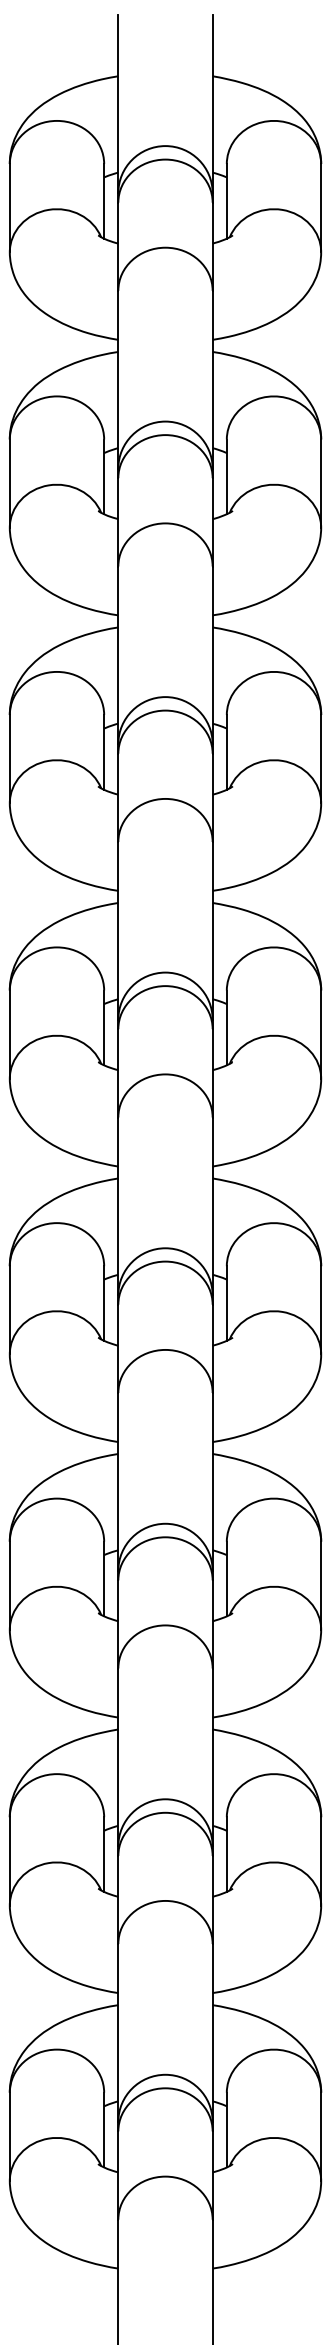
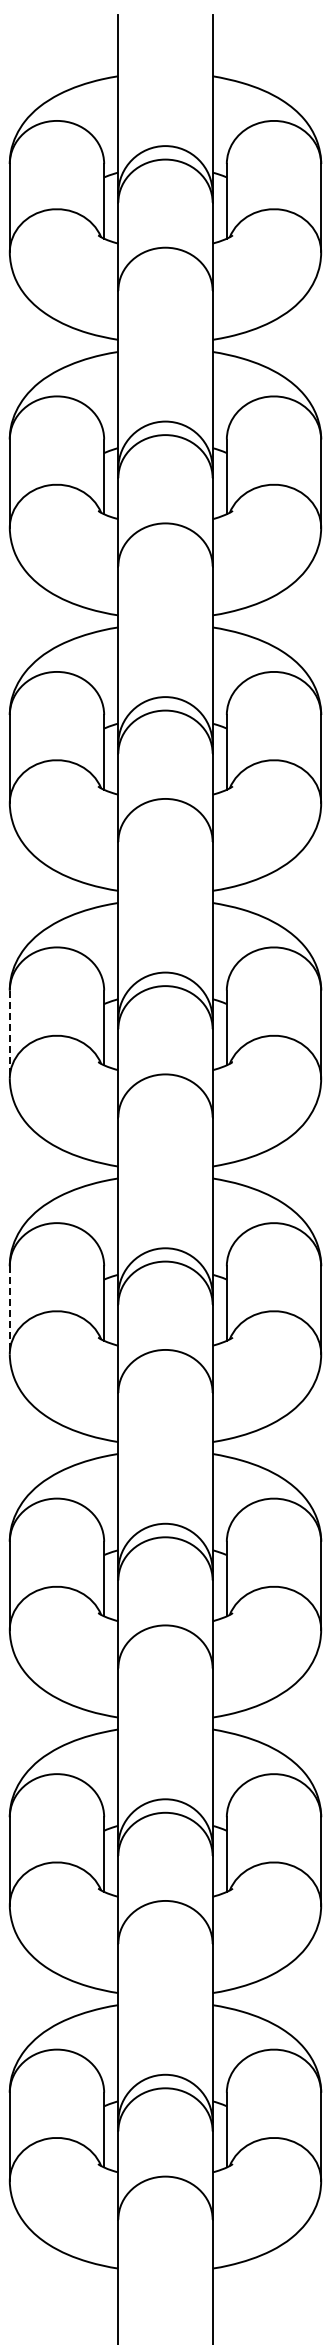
line at (9, 1035): solid -> dashed
line at (9, 1310): solid -> dashed
